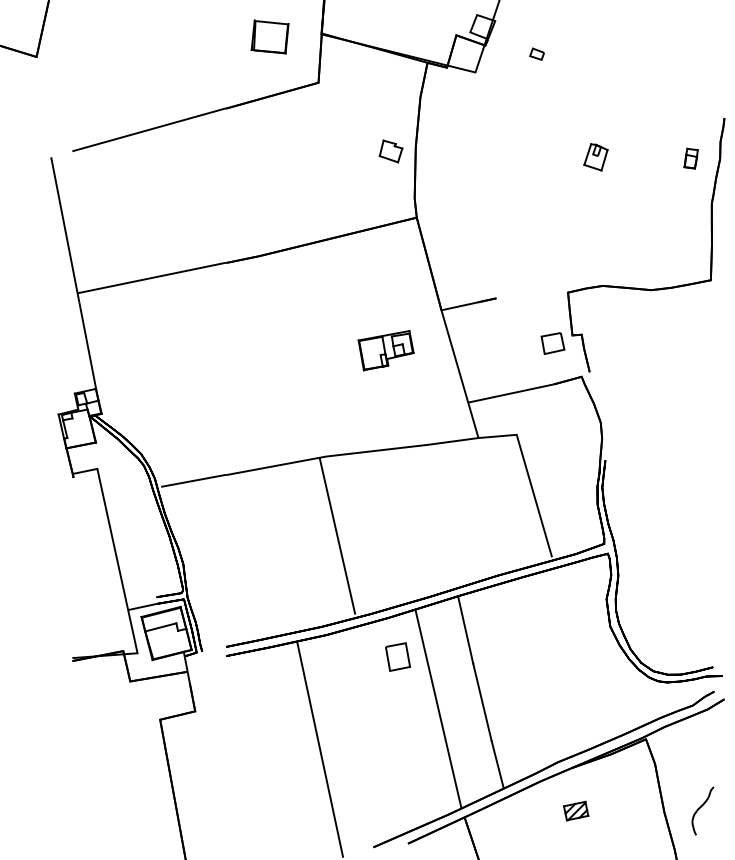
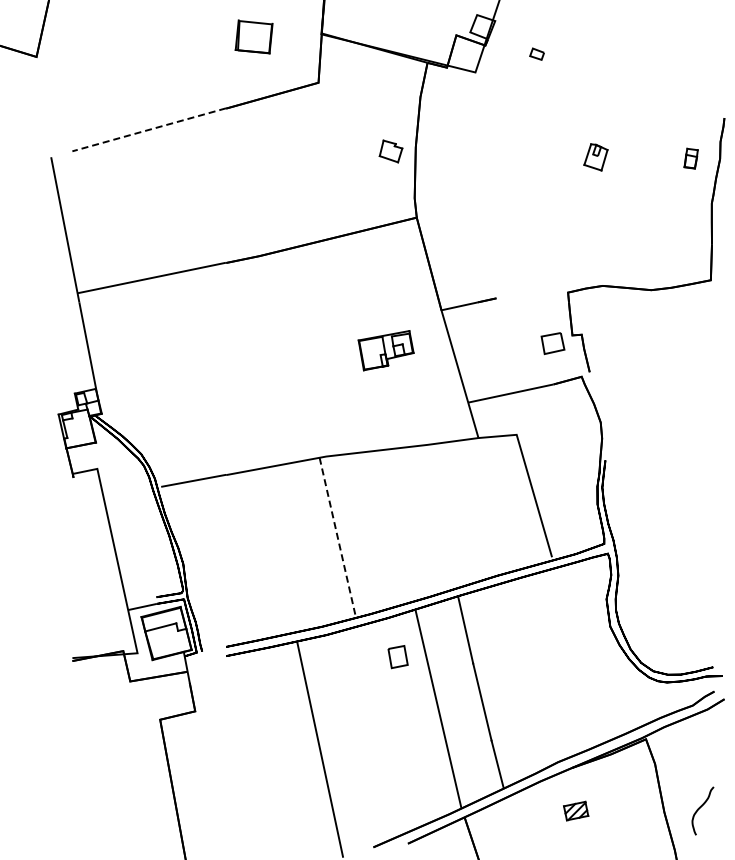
part at (269, 36) position: (269, 36) -> (253, 36)
line at (149, 129): solid -> dashed
line at (337, 536): solid -> dashed
part at (398, 656) size: 27x30 px -> 22x25 px
